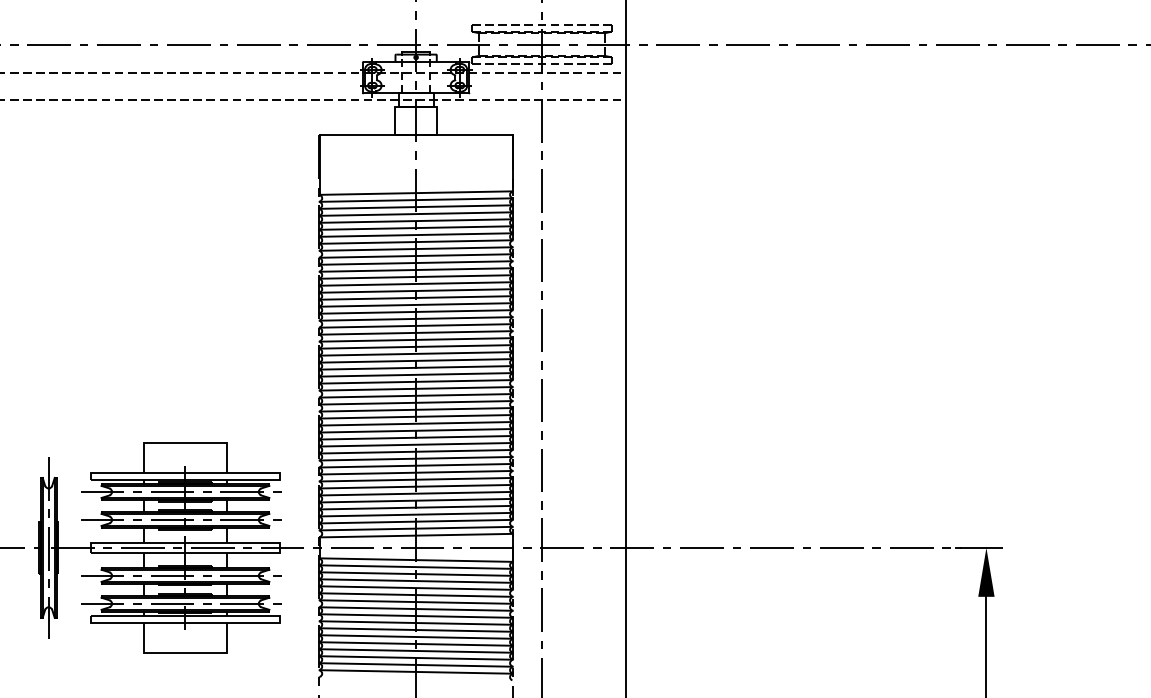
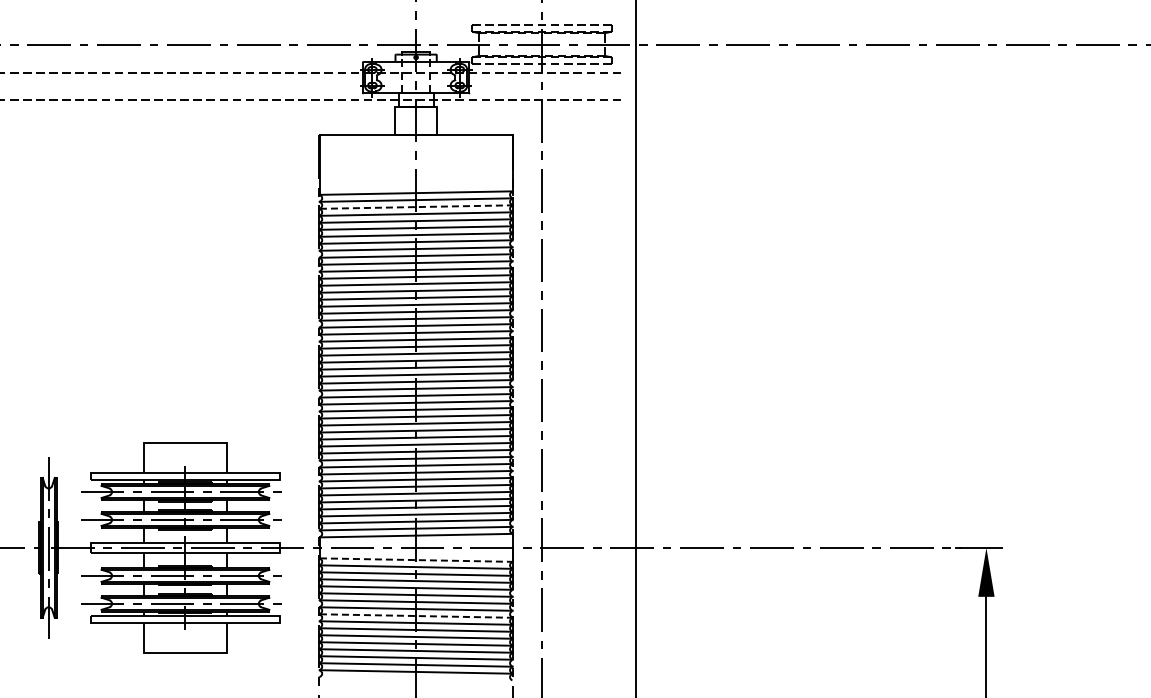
line at (416, 207): solid -> dashed
line at (625, 348) position: (625, 348) -> (635, 348)
line at (416, 560): solid -> dashed
line at (416, 616): solid -> dashed
